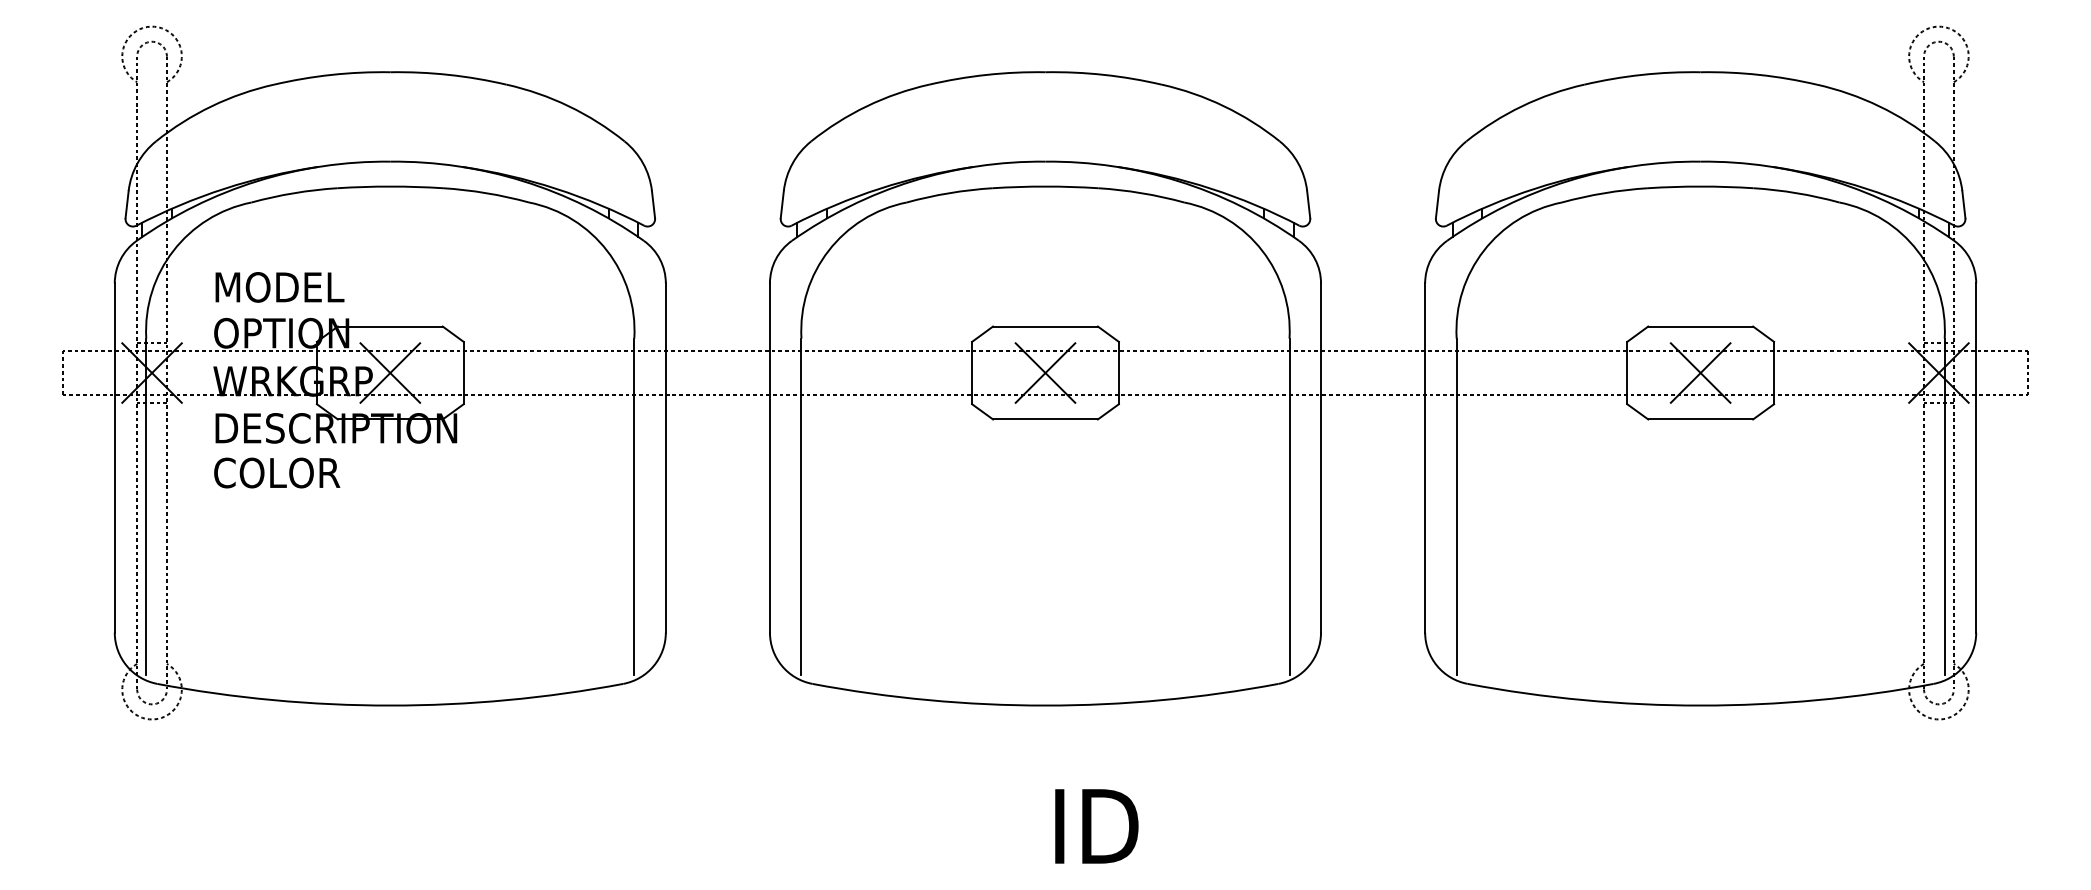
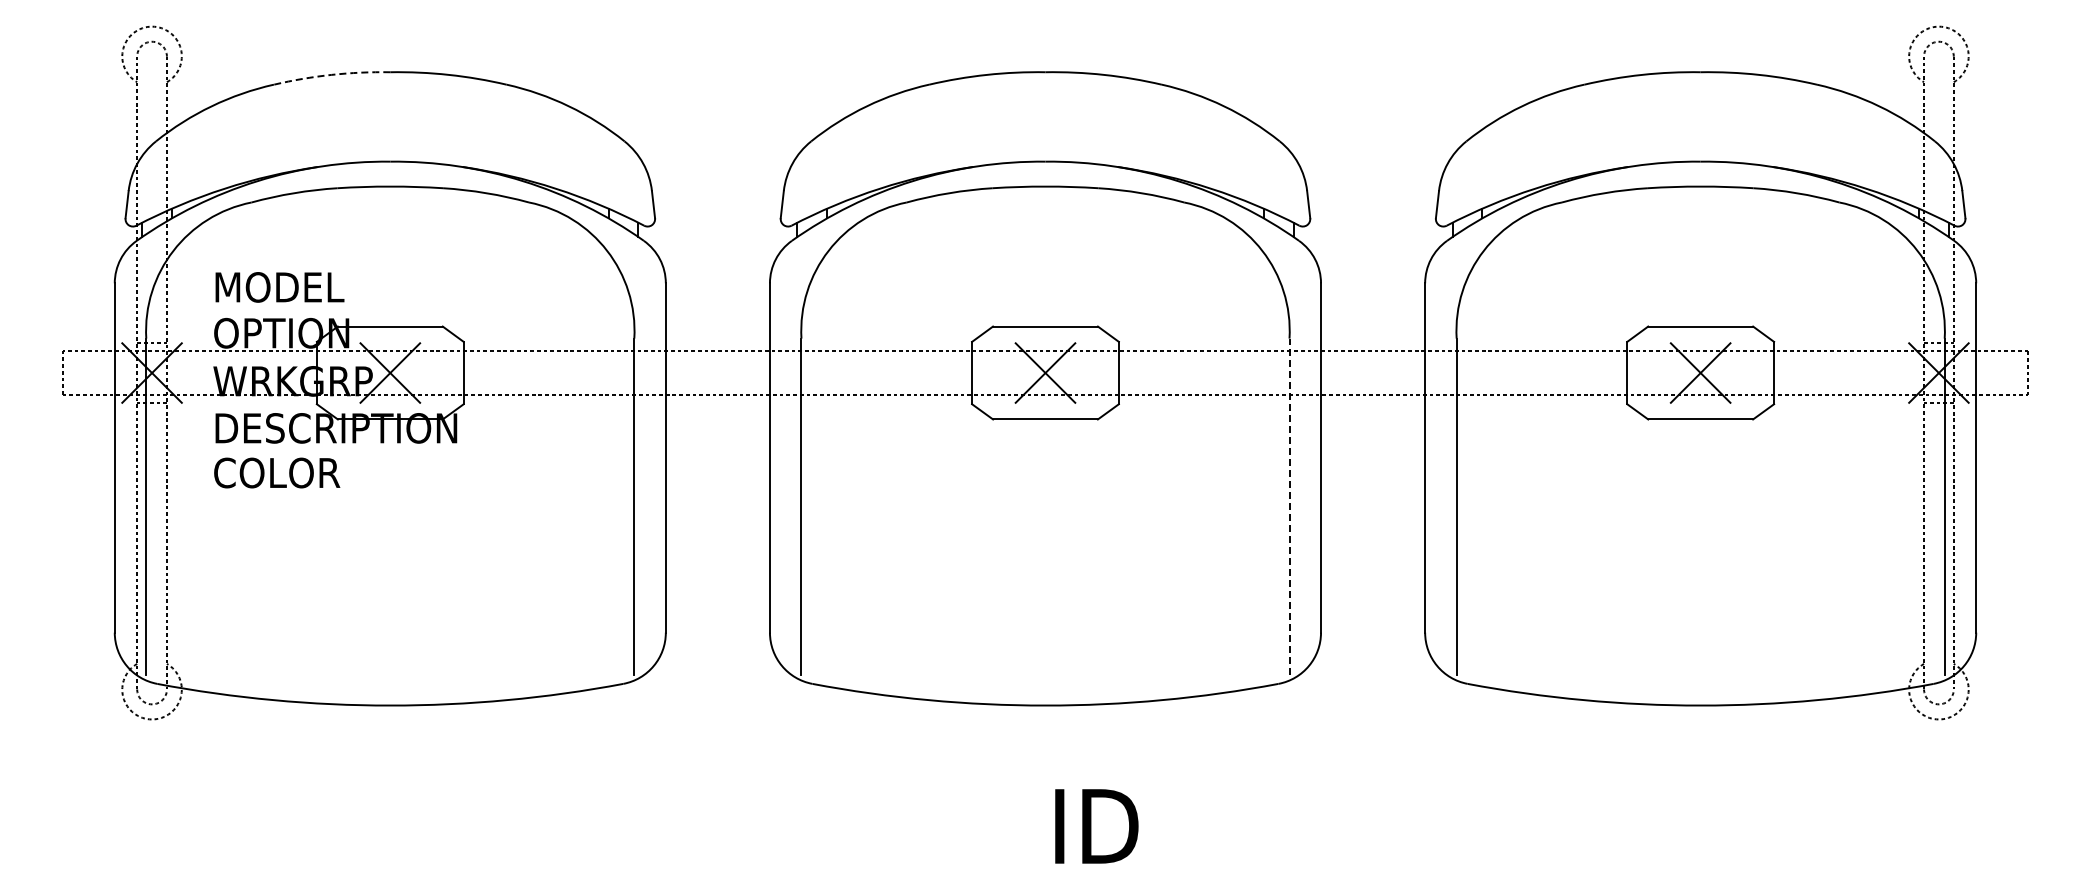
arc at (331, 74): solid -> dashed
line at (1289, 506): solid -> dashed
